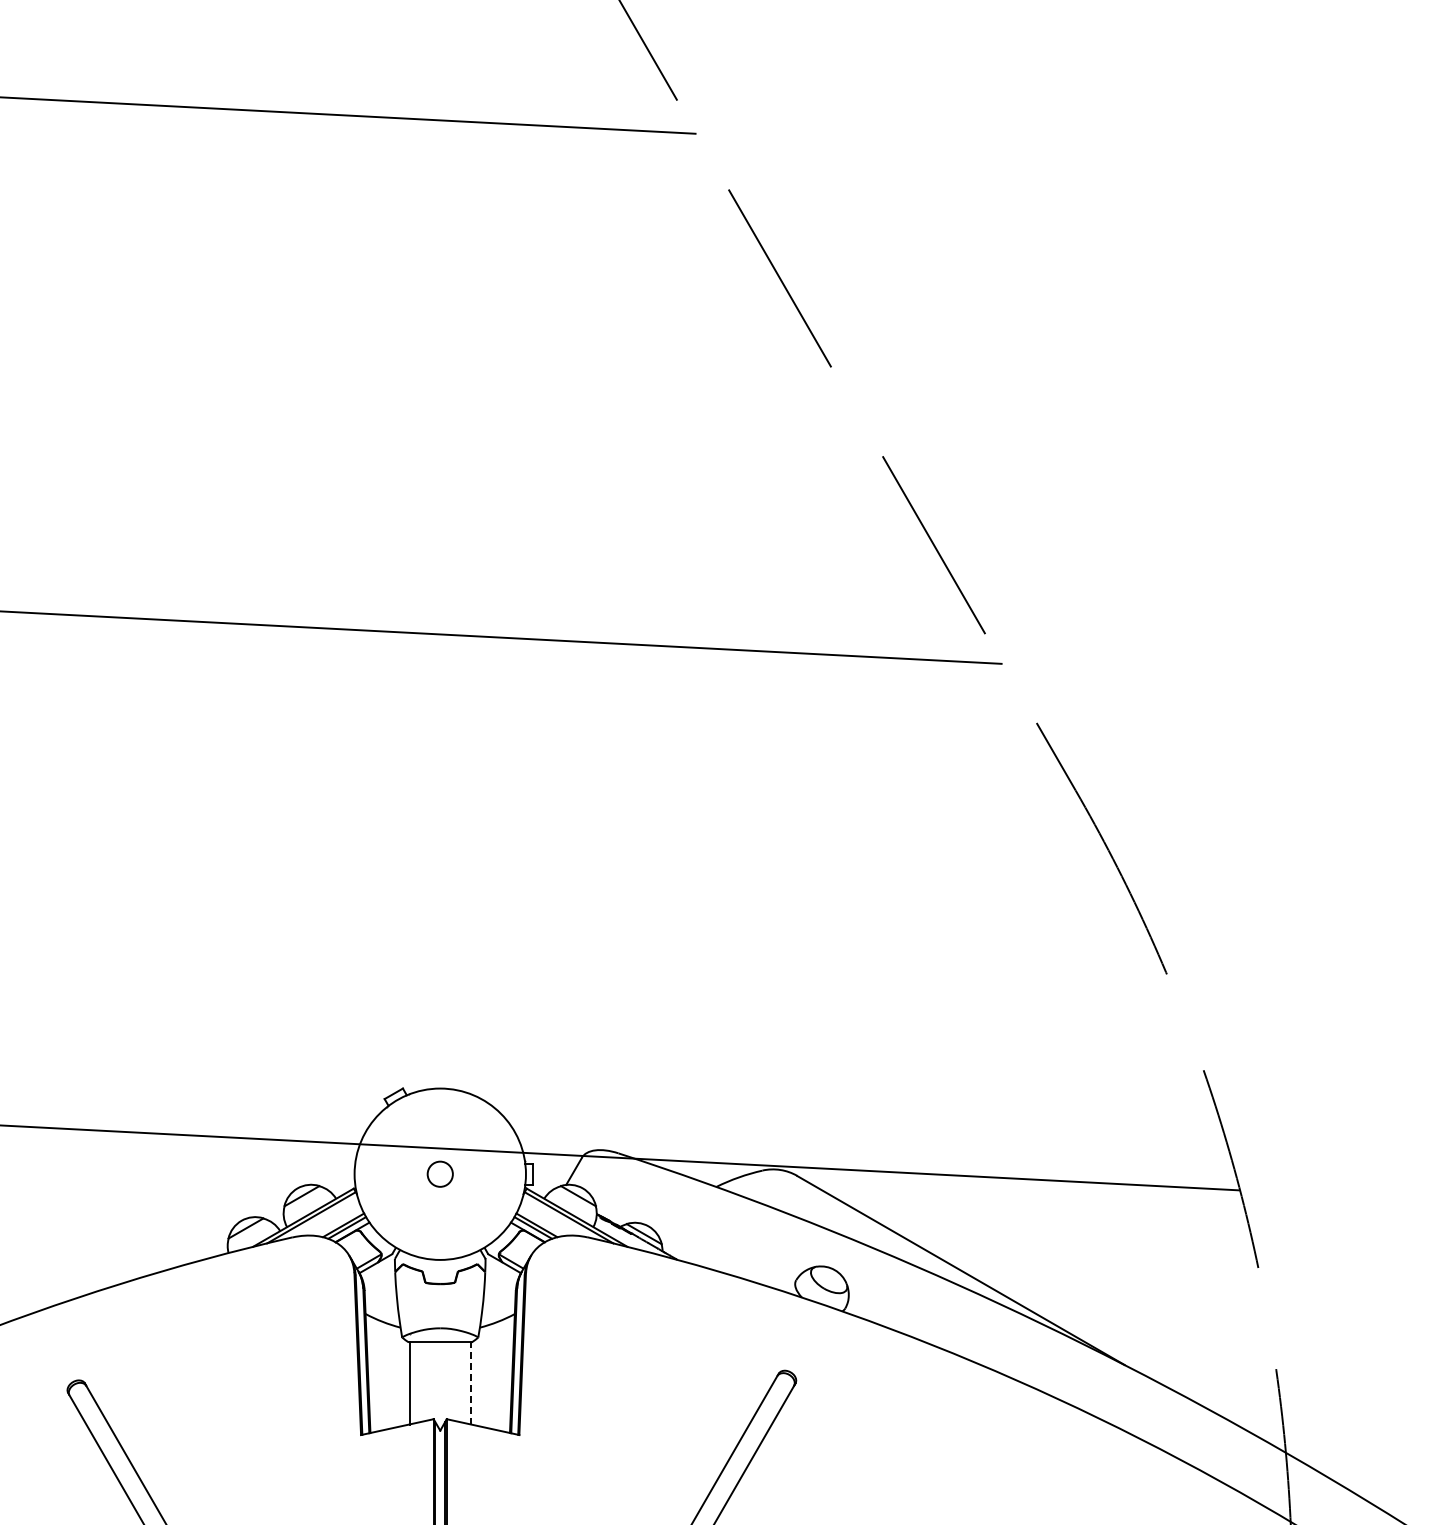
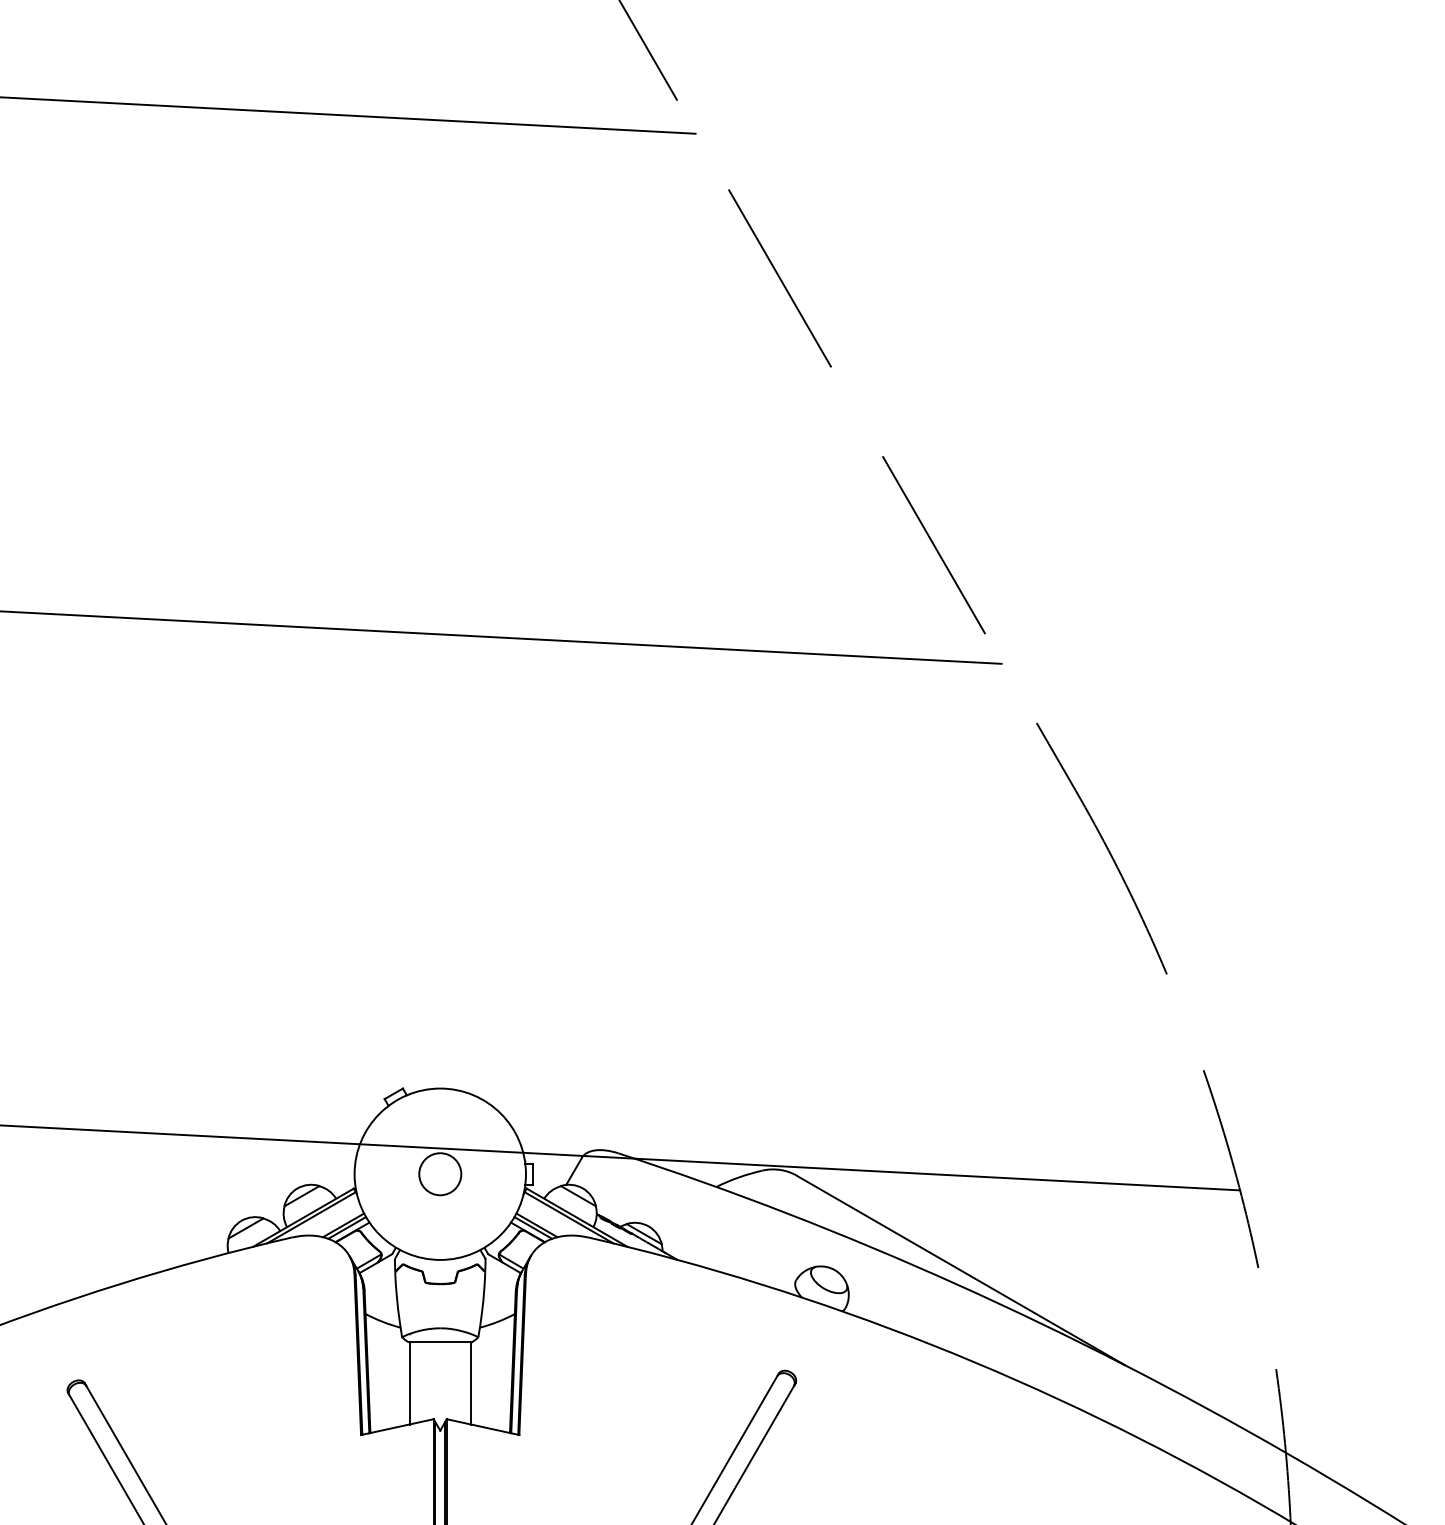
circle at (439, 1173) diameter: 25 px -> 42 px
line at (471, 1382): dashed -> solid
